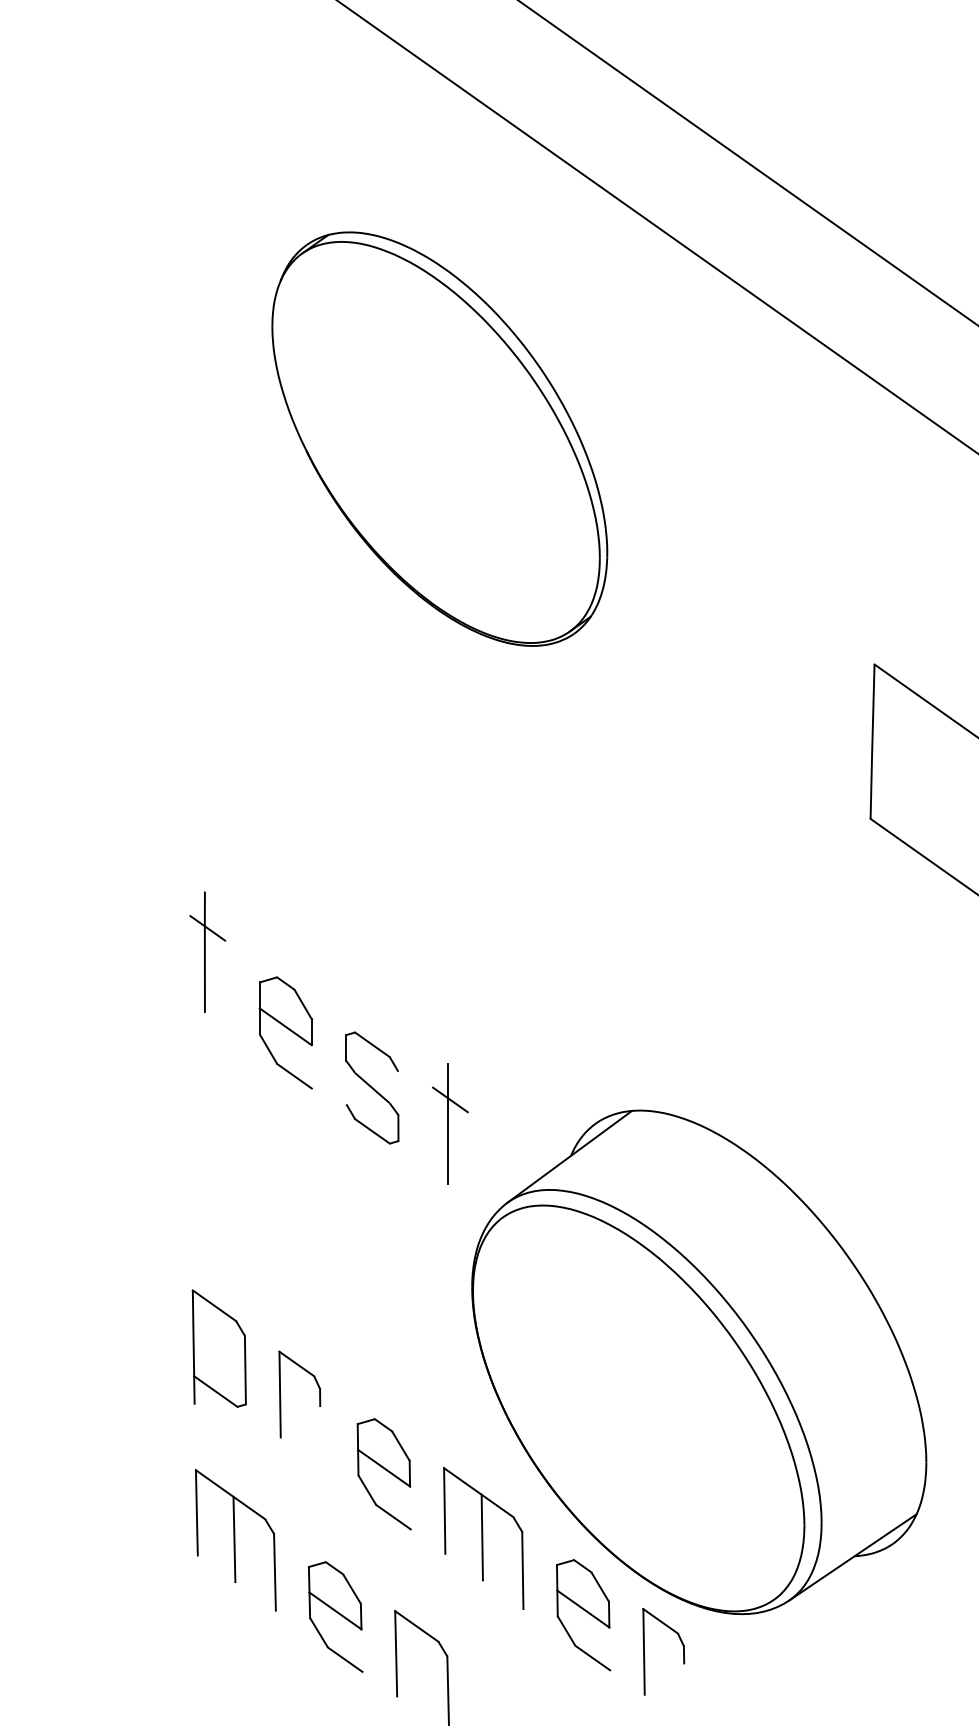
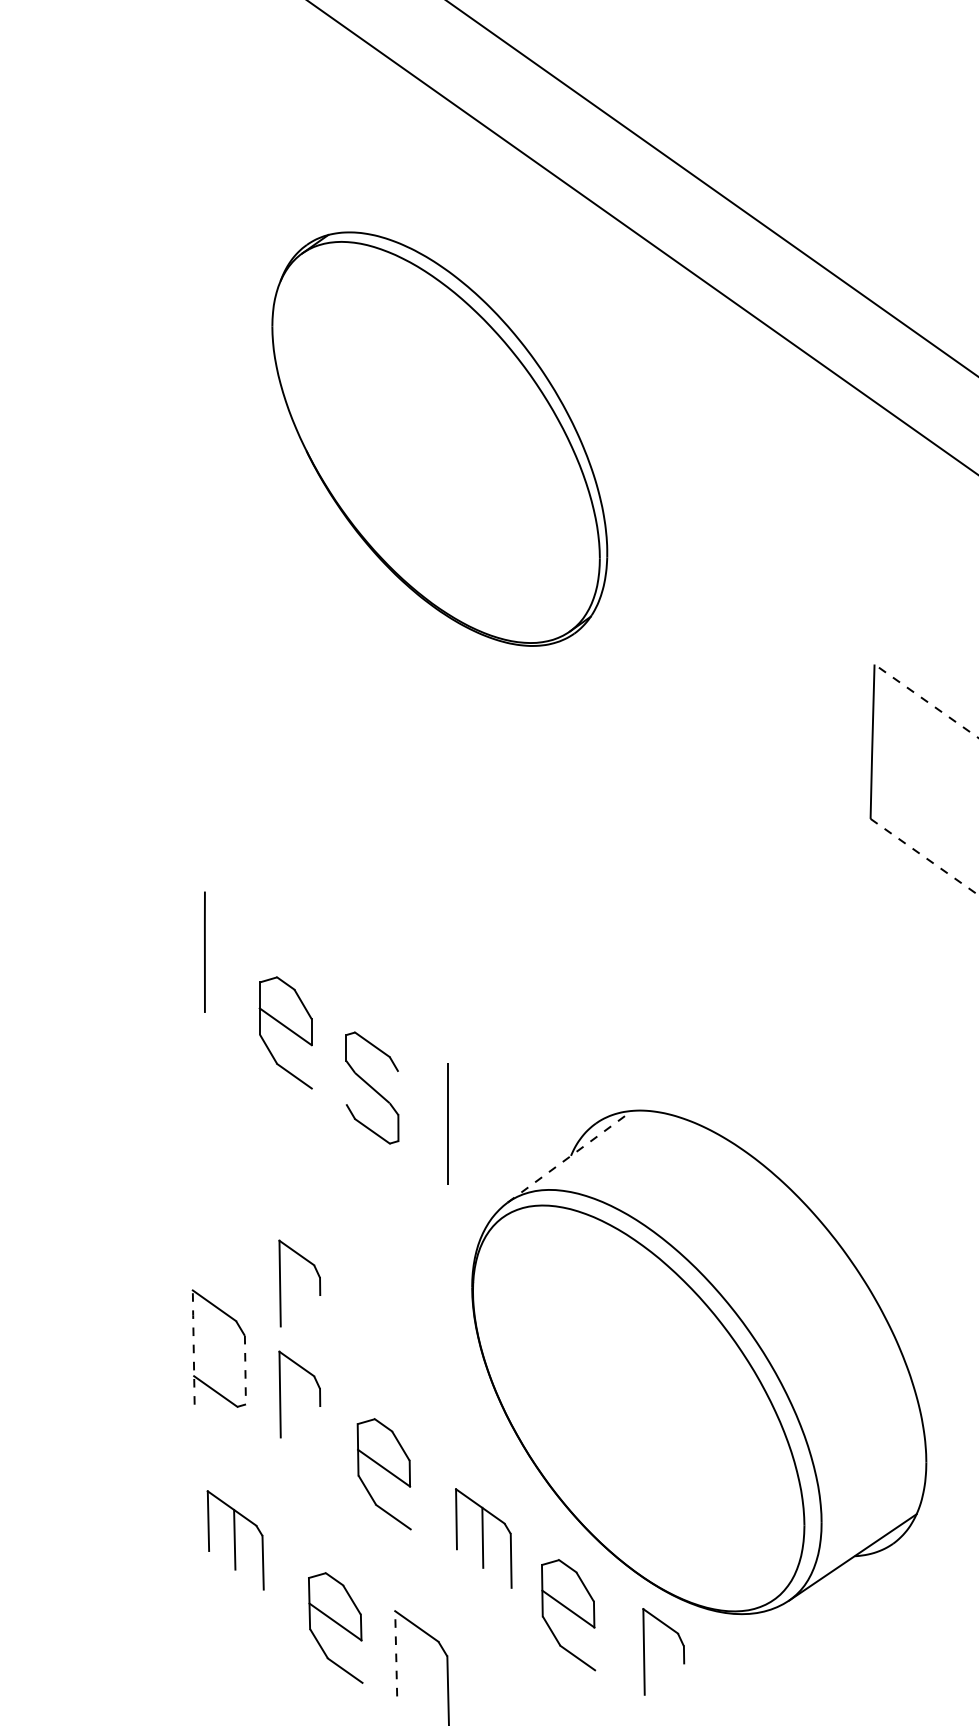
line at (747, 162) position: (747, 162) -> (711, 188)
line at (657, 226) position: (657, 226) -> (642, 237)
line at (926, 701): solid -> dashed
line at (924, 856): solid -> dashed
line at (207, 928): present -> none
line at (450, 1099): present -> none
line at (570, 1156): solid -> dashed
part at (281, 1285): none -> present
line at (193, 1346): solid -> dashed
line at (245, 1370): solid -> dashed
part at (483, 1538) size: 82x143 px -> 58x101 px
part at (235, 1540) size: 83x143 px -> 59x101 px
part at (583, 1615) position: (583, 1615) -> (568, 1615)
part at (335, 1616) position: (335, 1616) -> (335, 1627)
line at (396, 1653): solid -> dashed
